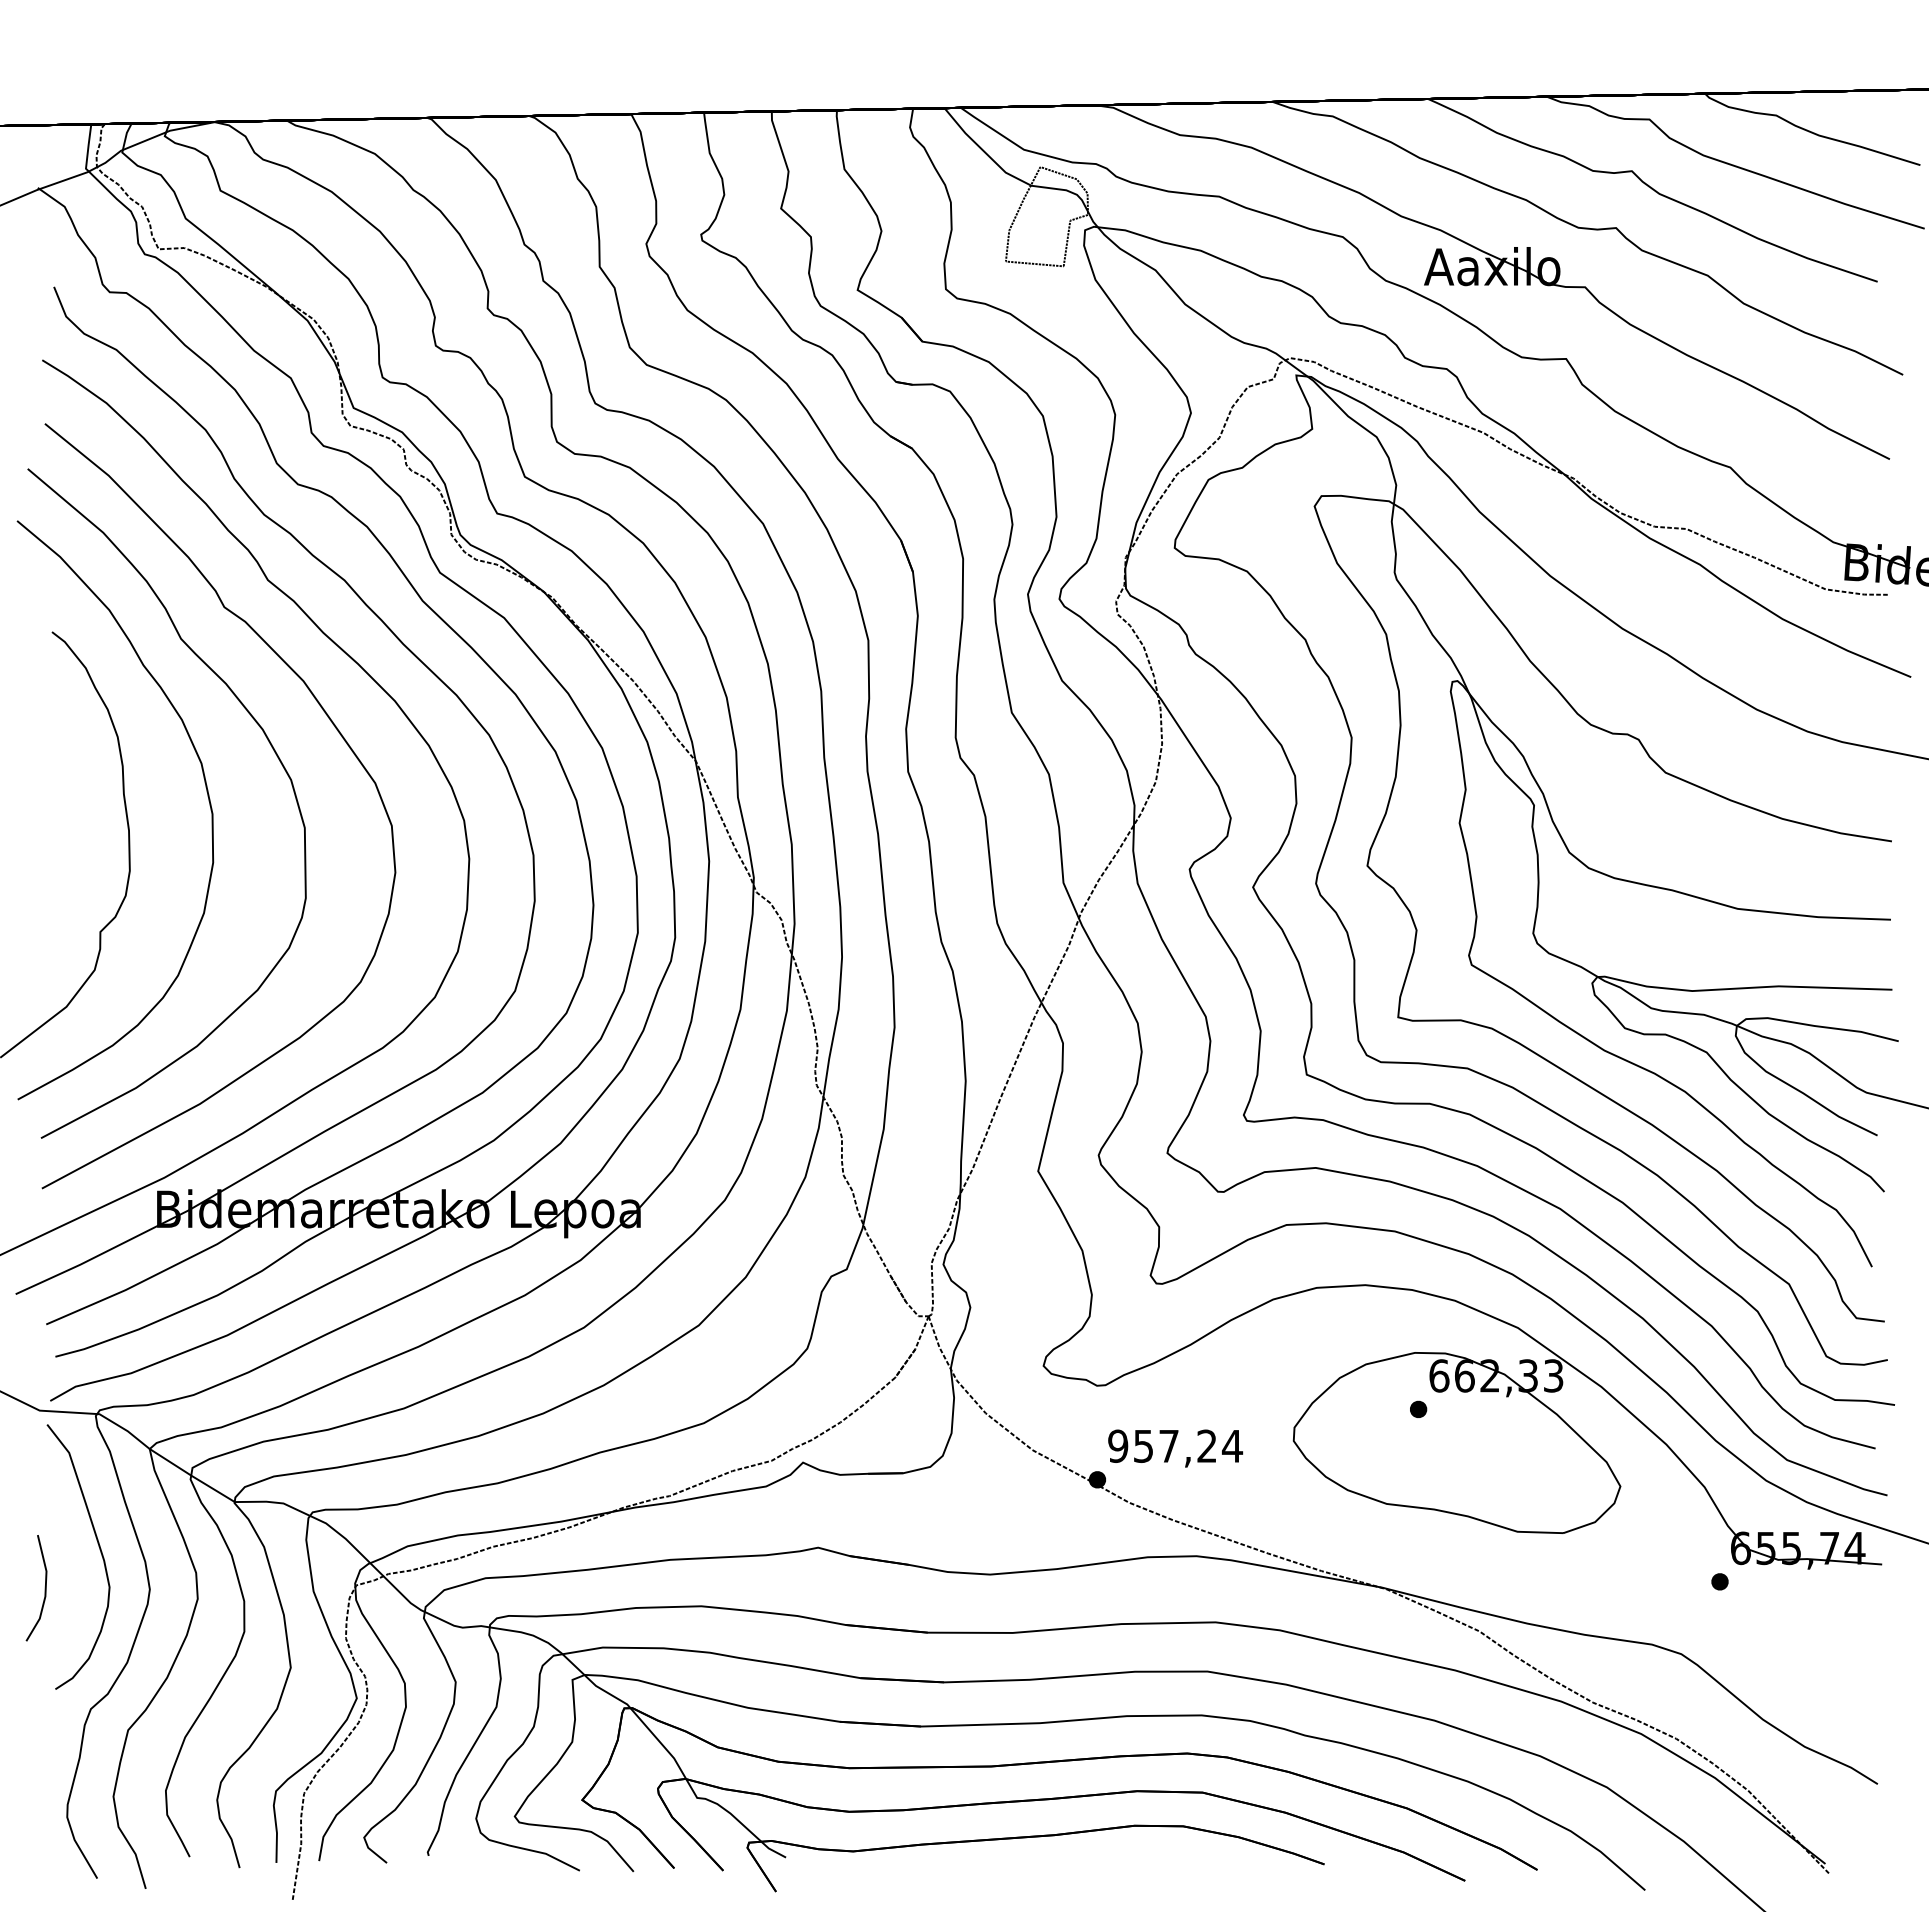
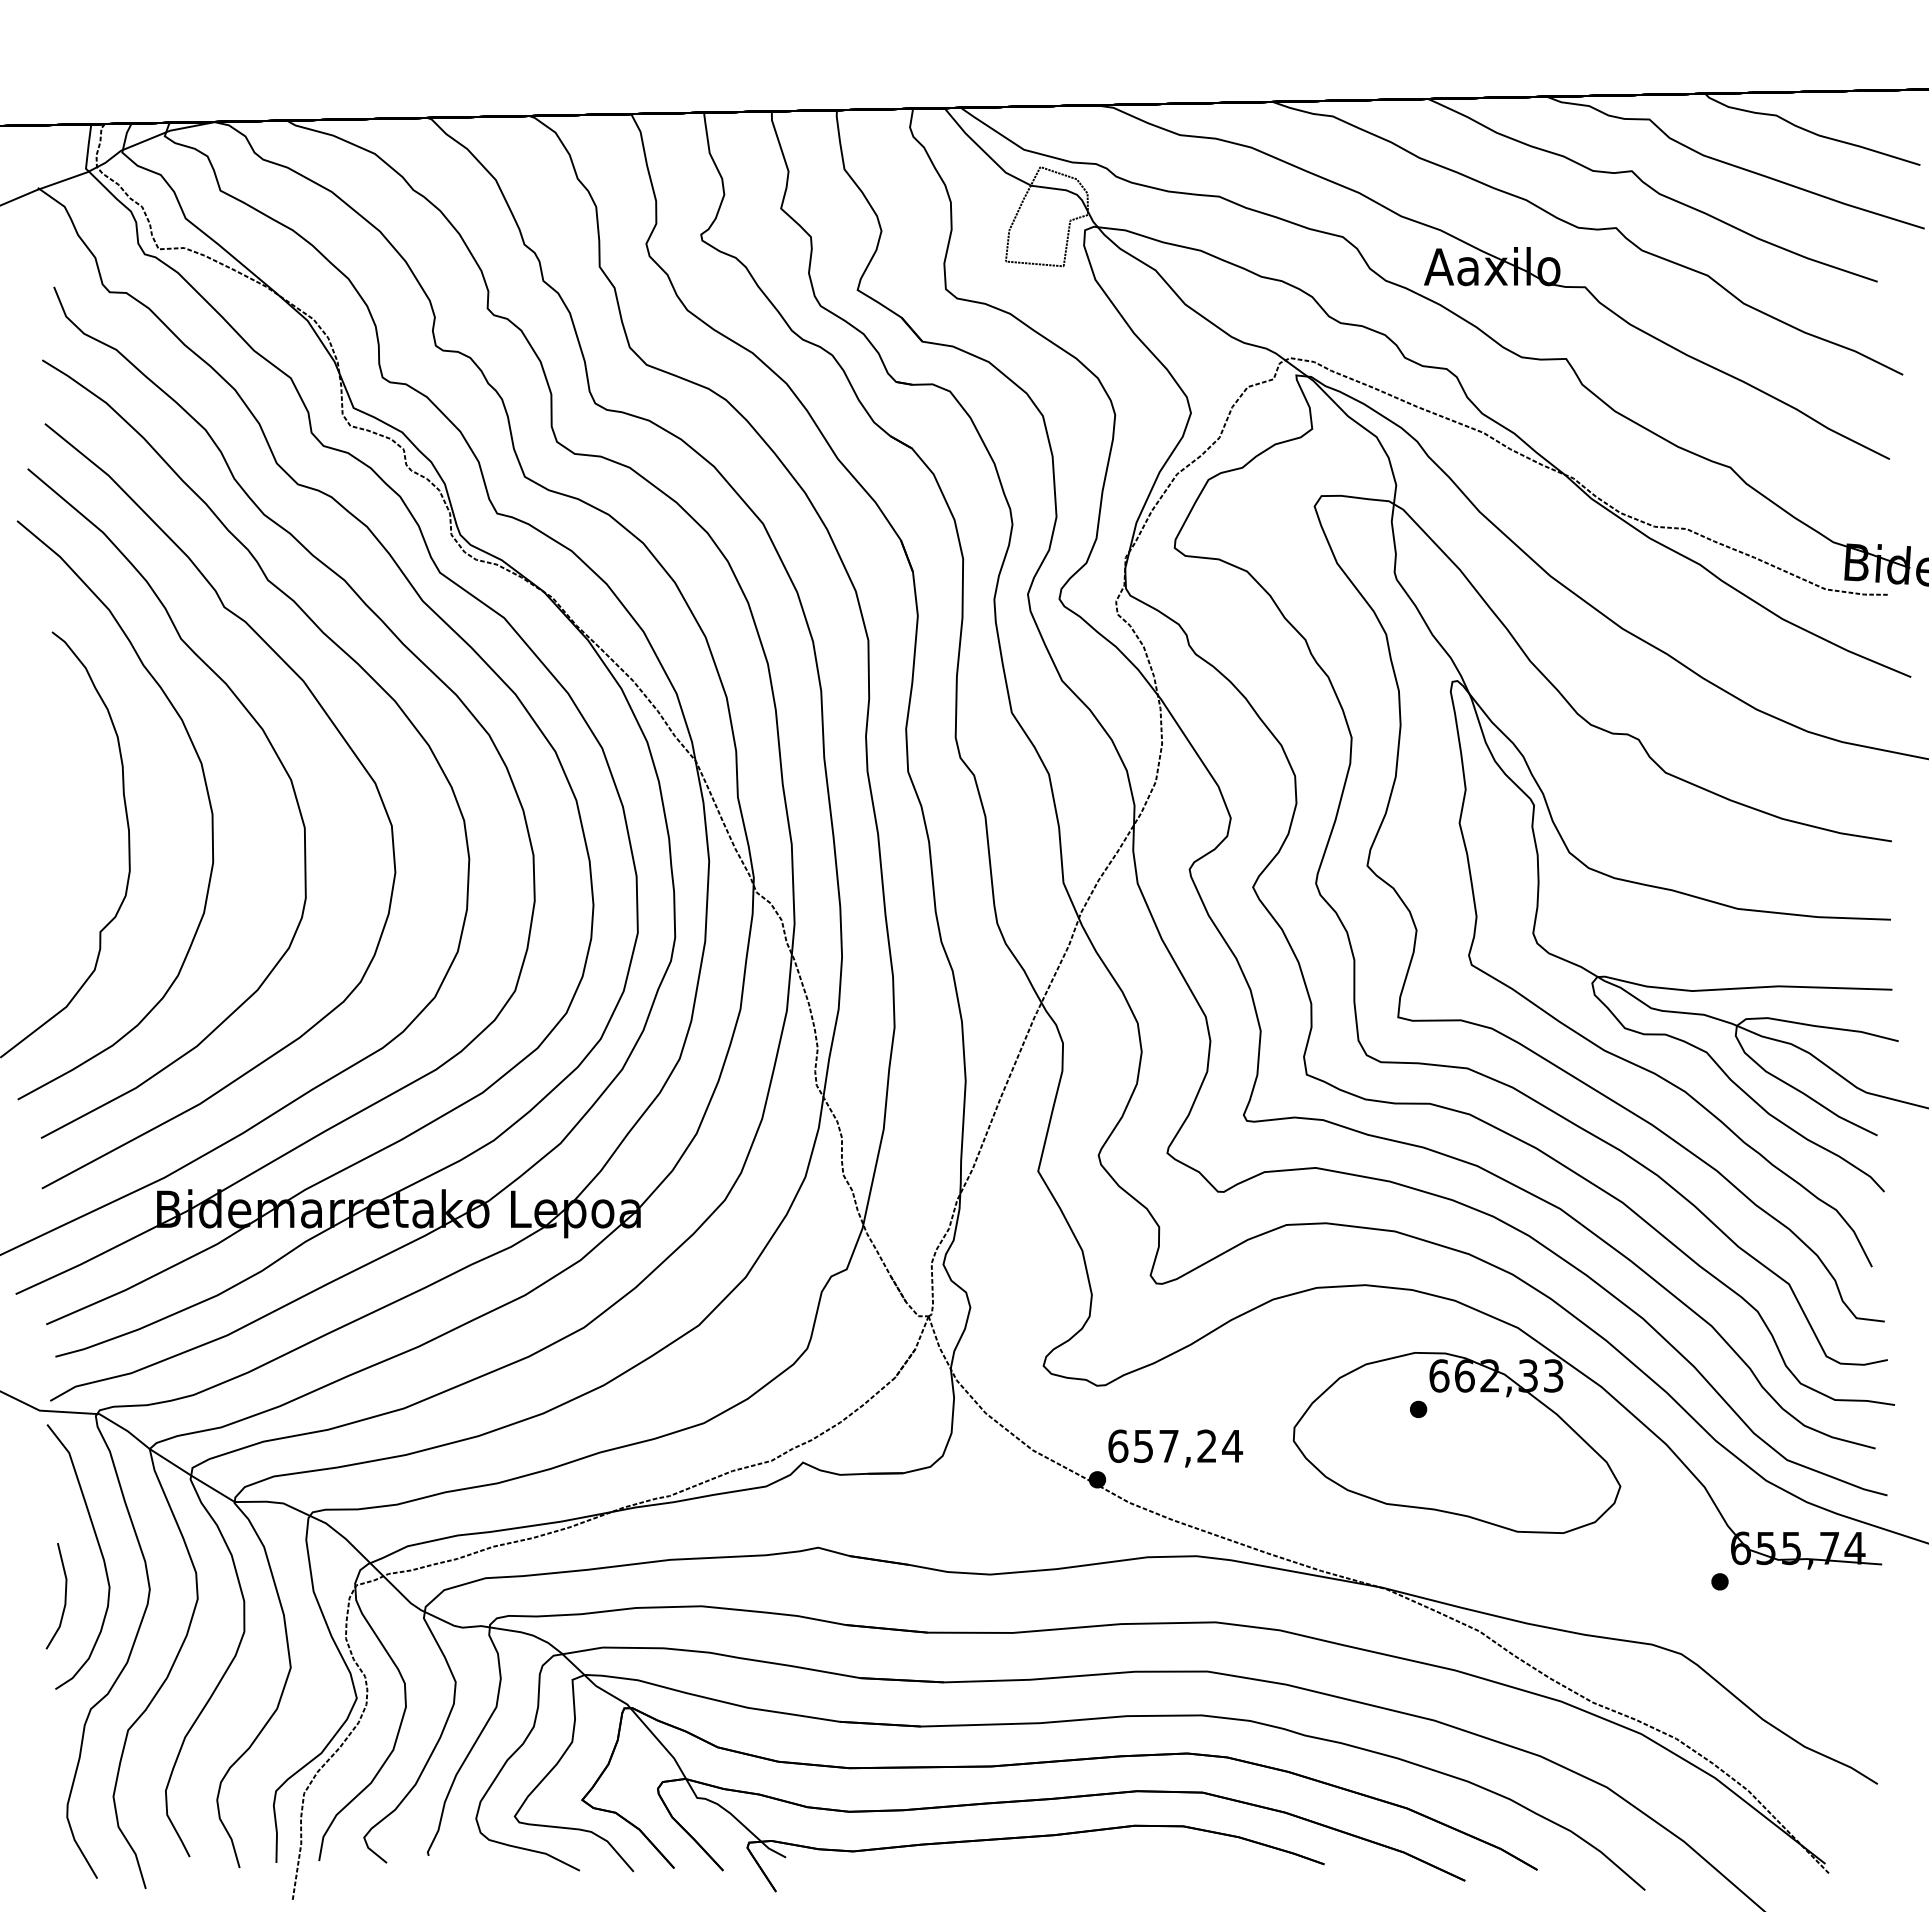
text at (1118, 1445): 957,24 -> 657,24
line at (44, 1588) position: (44, 1588) -> (64, 1596)
